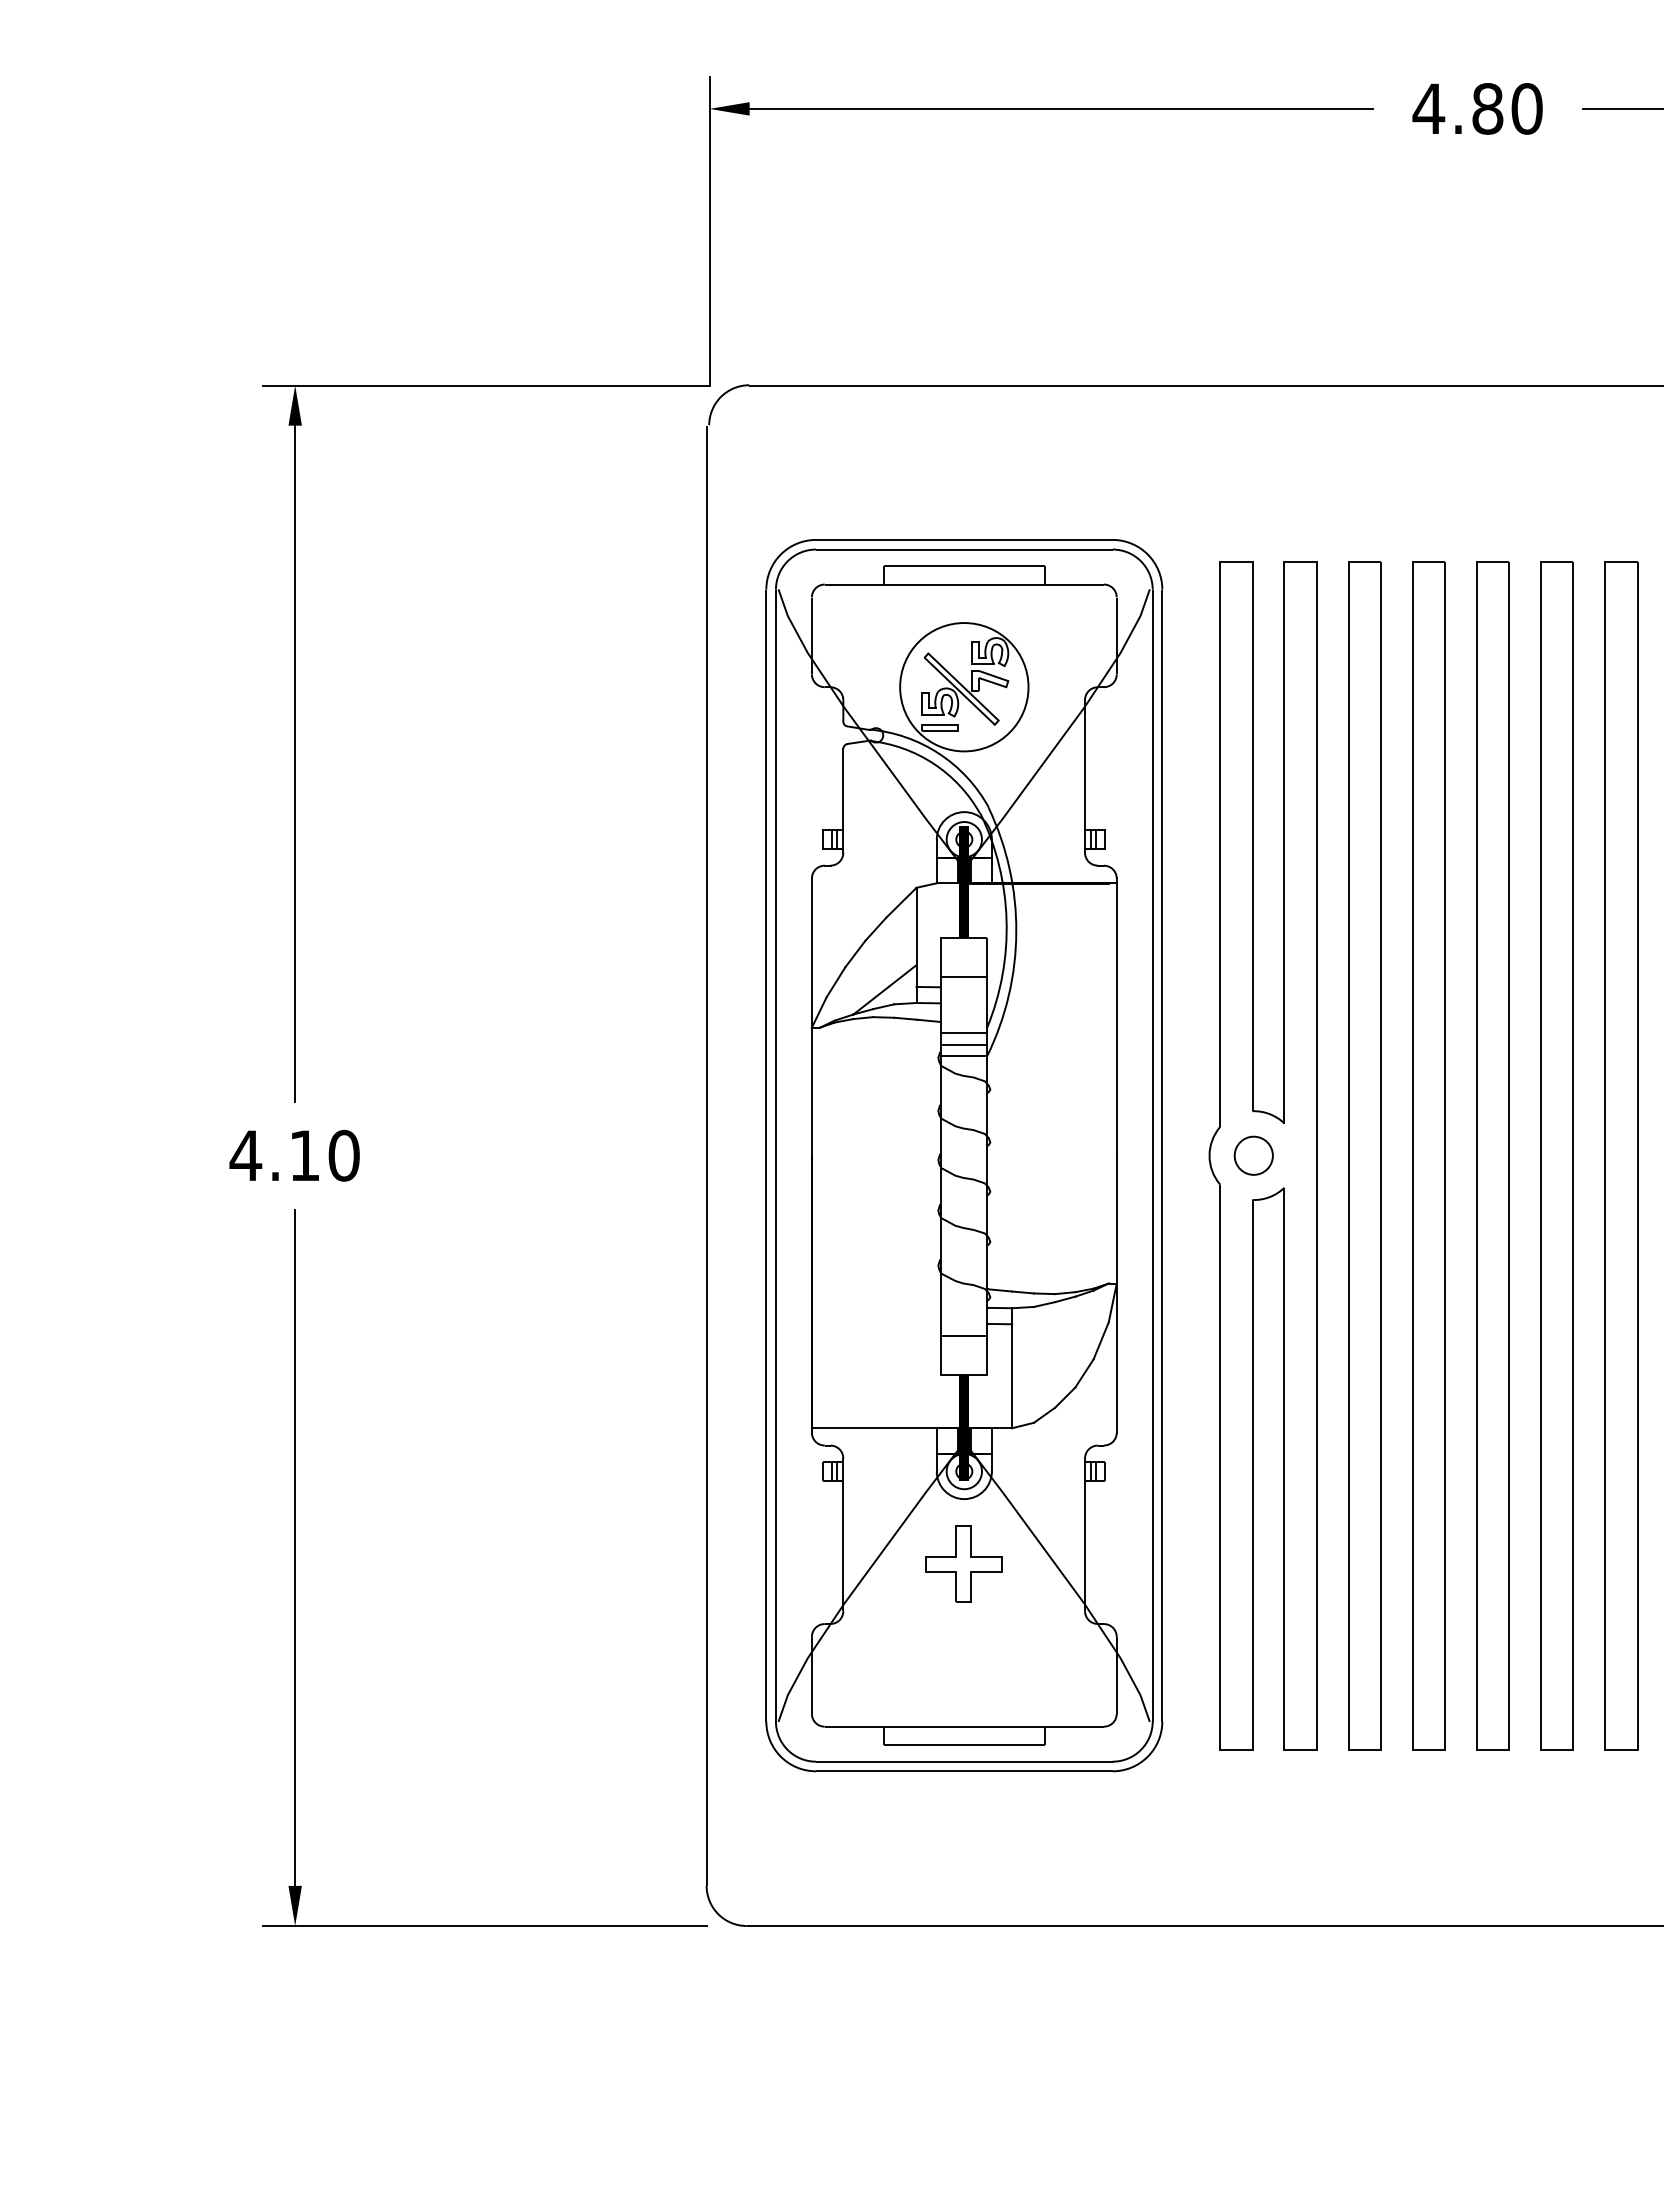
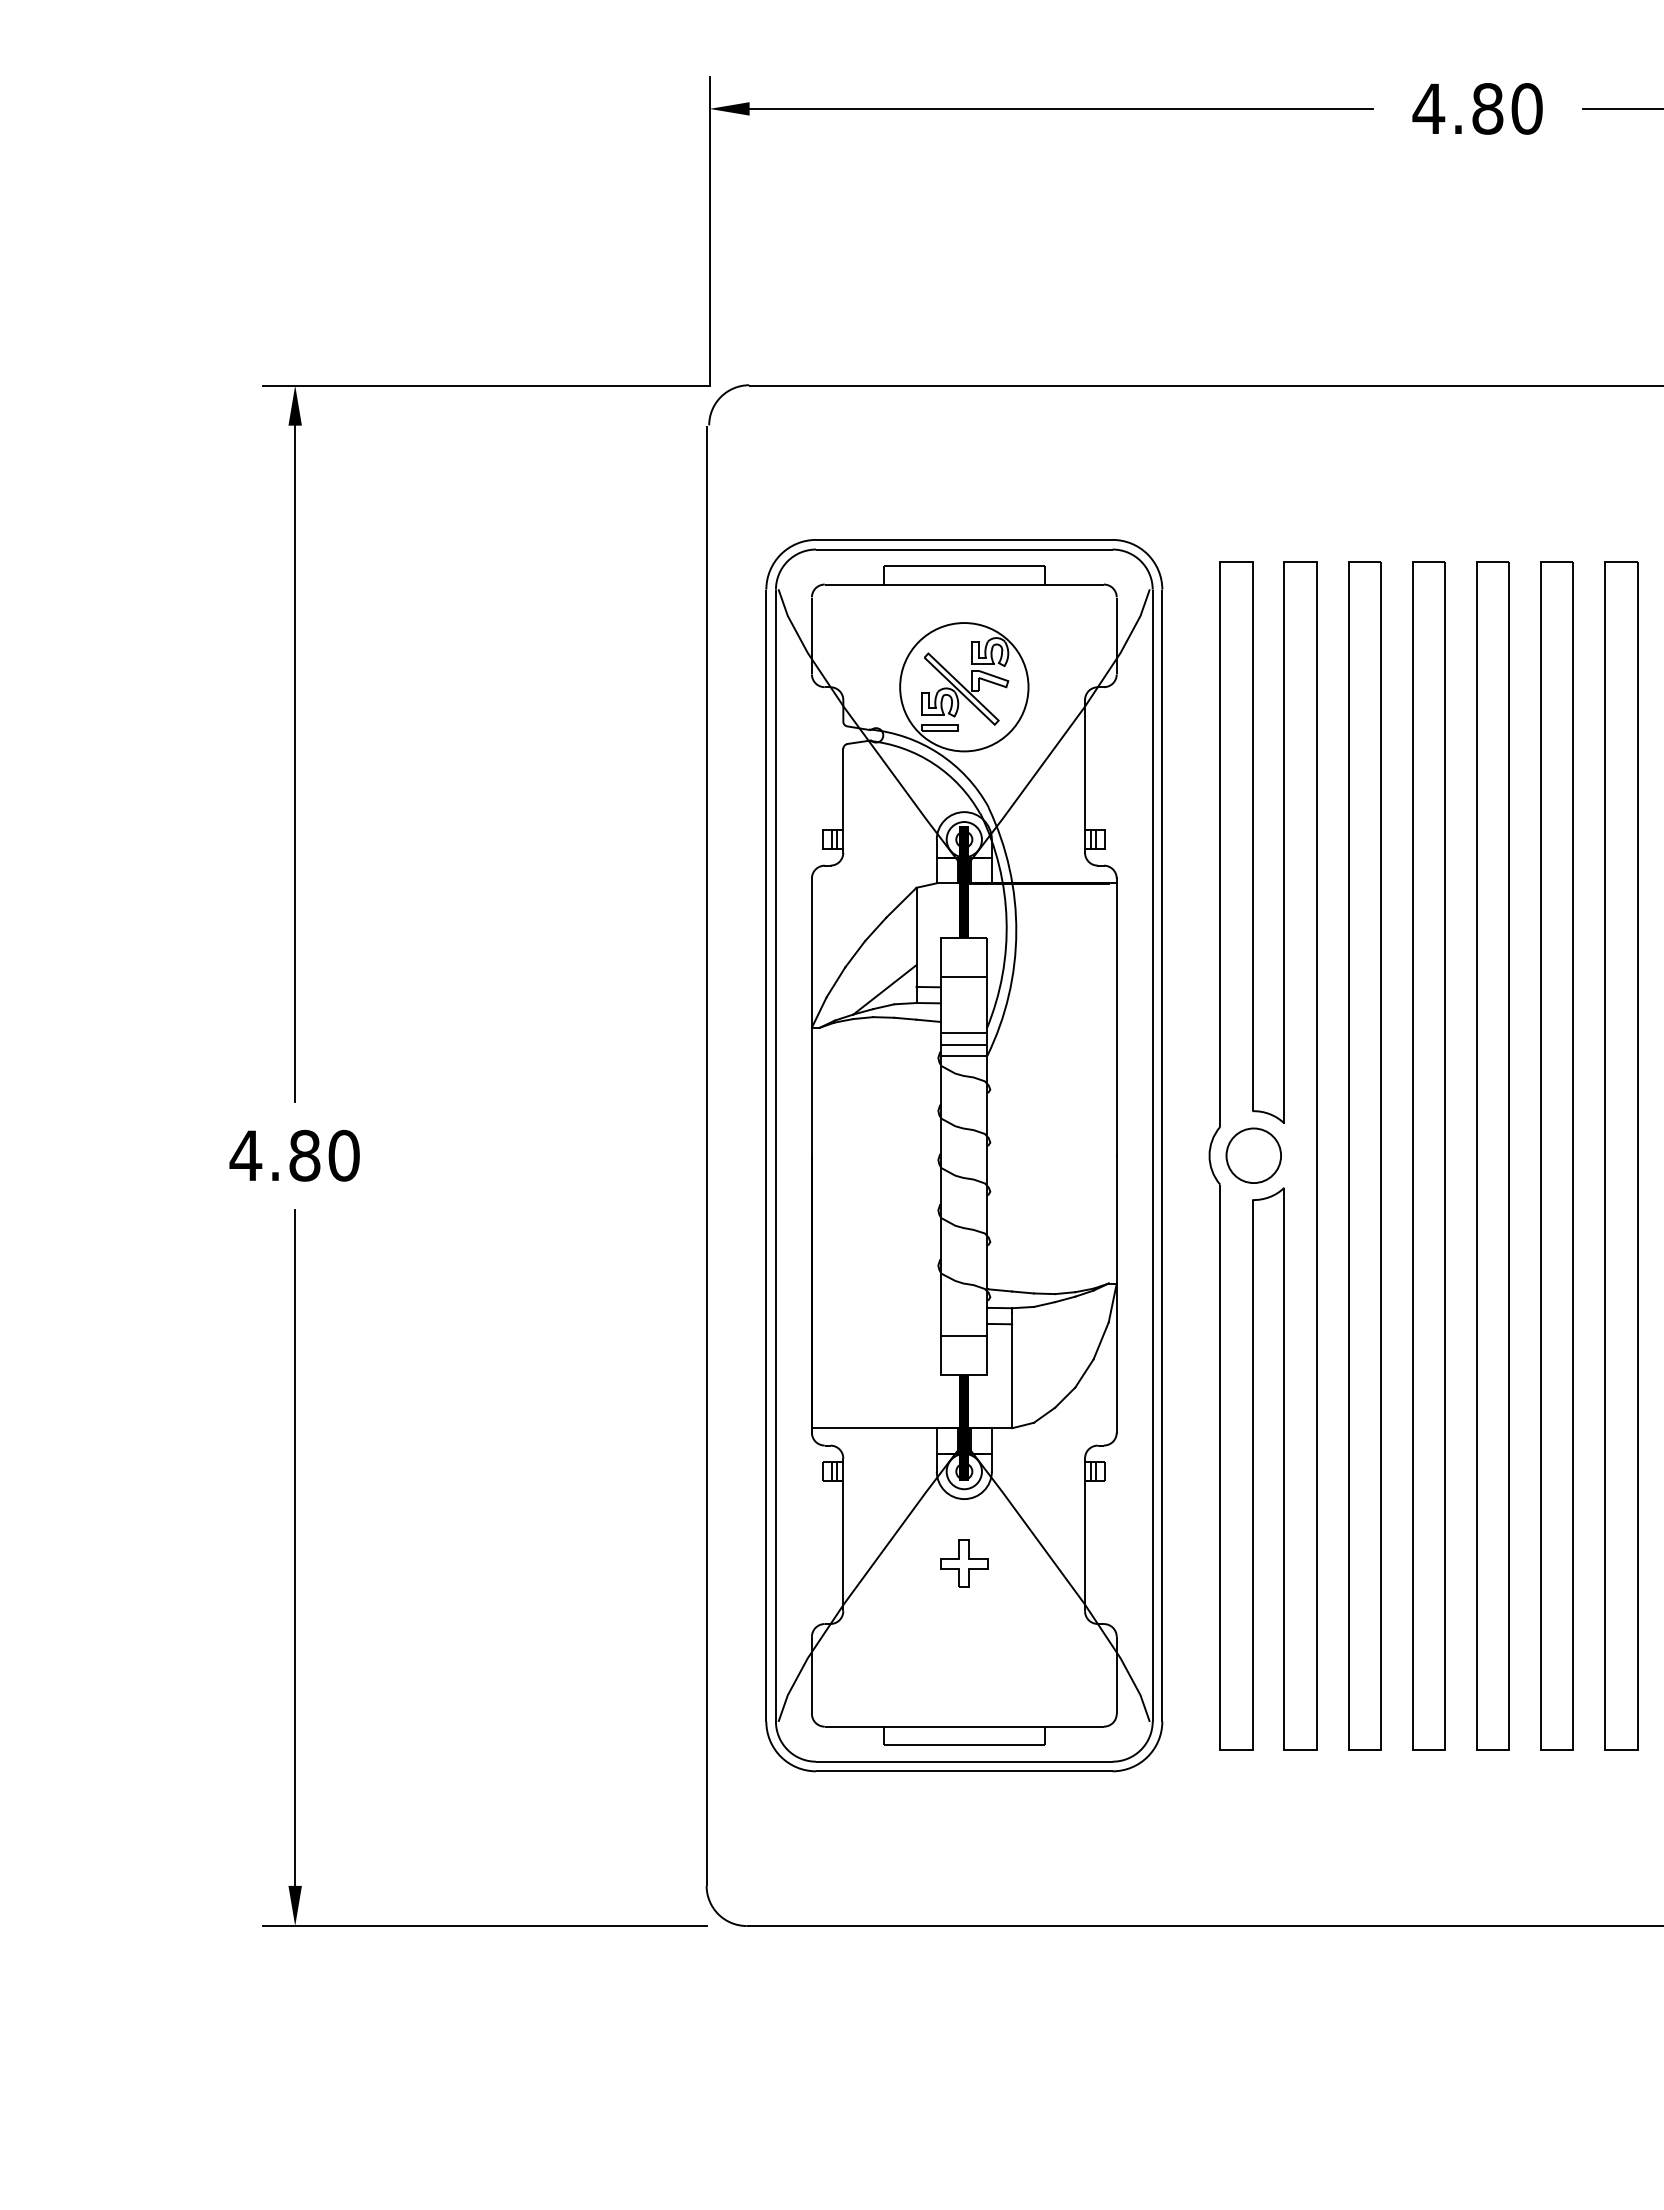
text at (304, 1155): 4.10 -> 4.80
circle at (1253, 1155) diameter: 38 px -> 55 px
part at (963, 1563) size: 78x78 px -> 49x49 px
